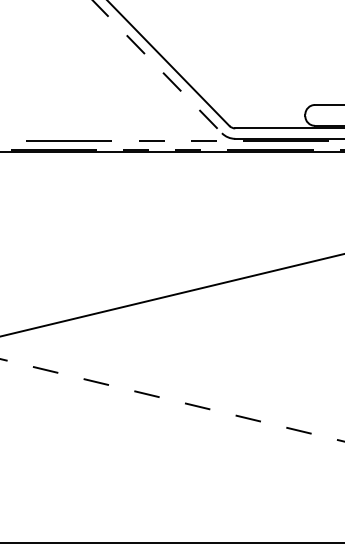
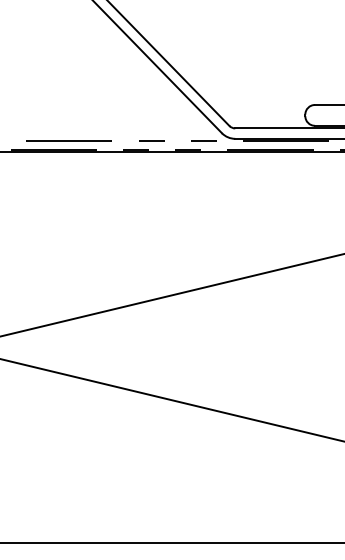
line at (157, 67): dashed -> solid
line at (172, 400): dashed -> solid
